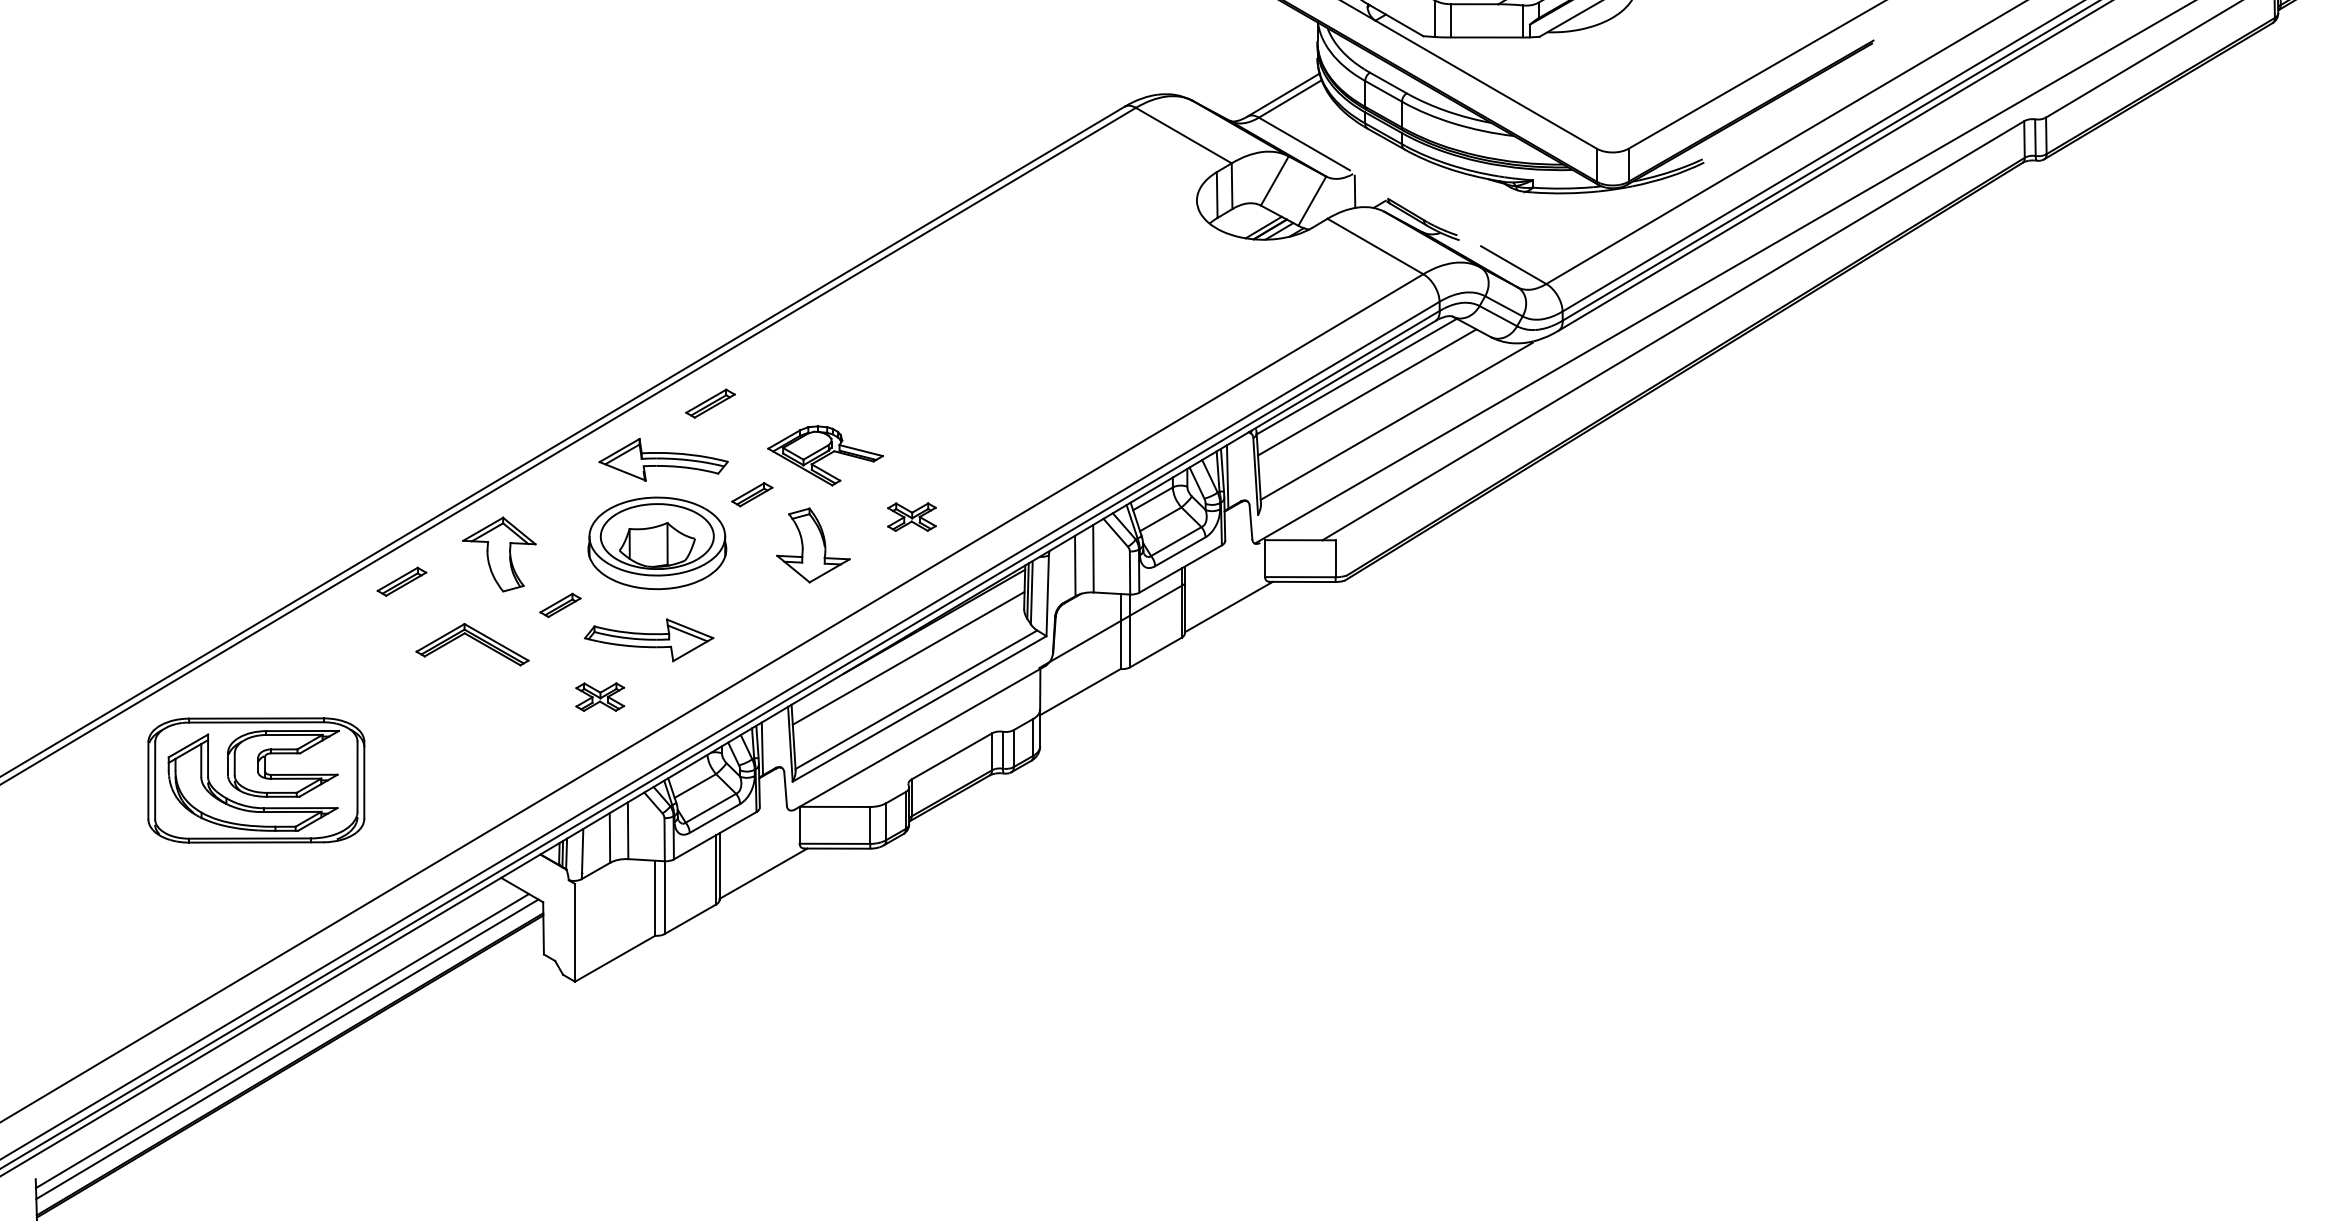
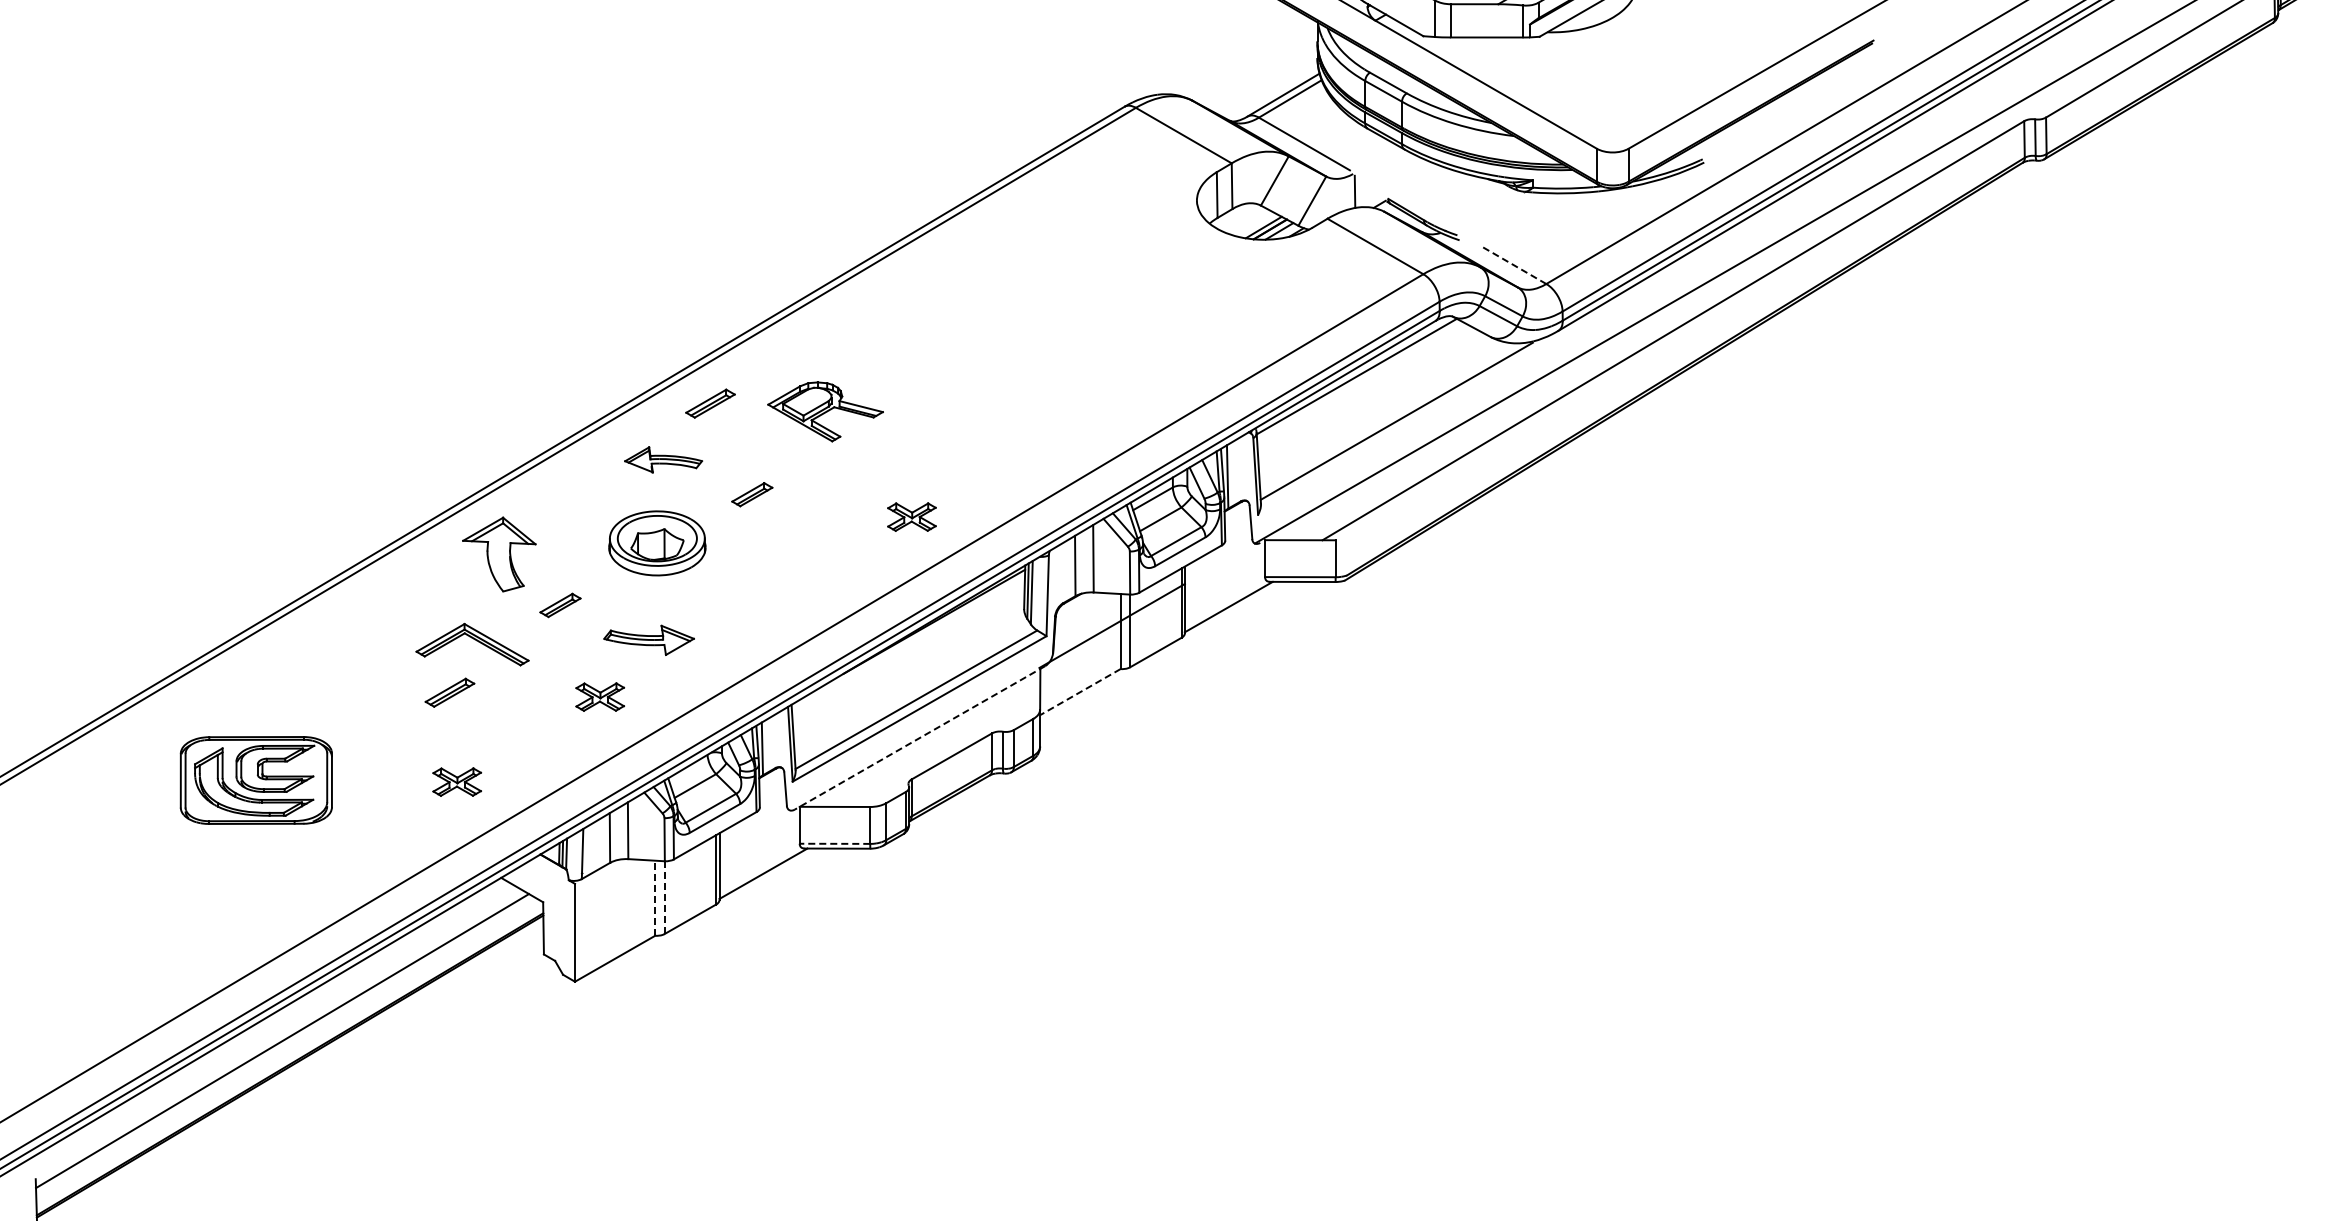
line at (1513, 265): solid -> dashed
line at (1366, 392): present -> none
part at (825, 455) position: (825, 455) -> (825, 411)
part at (663, 459) size: 131x44 px -> 80x28 px
part at (657, 543) size: 141x95 px -> 99x67 px
part at (813, 545): present -> none
part at (401, 581) position: (401, 581) -> (449, 692)
part at (648, 640) size: 132x45 px -> 92x32 px
line at (908, 657): present -> none
line at (1080, 692): solid -> dashed
line at (919, 738): solid -> dashed
part at (256, 780) size: 219x127 px -> 154x89 px
part at (457, 781): none -> present
line at (834, 843): solid -> dashed
line at (664, 897): solid -> dashed
line at (655, 898): solid -> dashed
line at (287, 1049): present -> none
